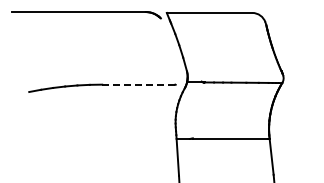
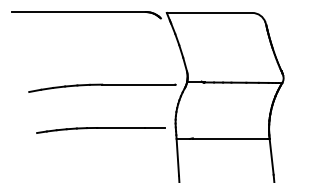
line at (138, 84): dashed -> solid
part at (100, 130): none -> present
